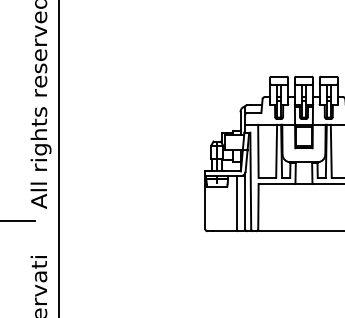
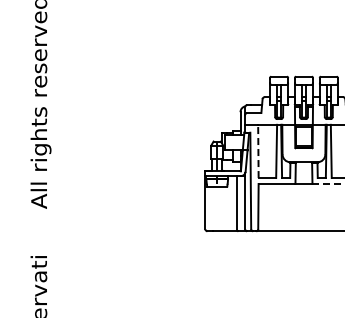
line at (258, 151): solid -> dashed
line at (58, 158): present -> none
line at (328, 183): solid -> dashed
line at (18, 220): present -> none
